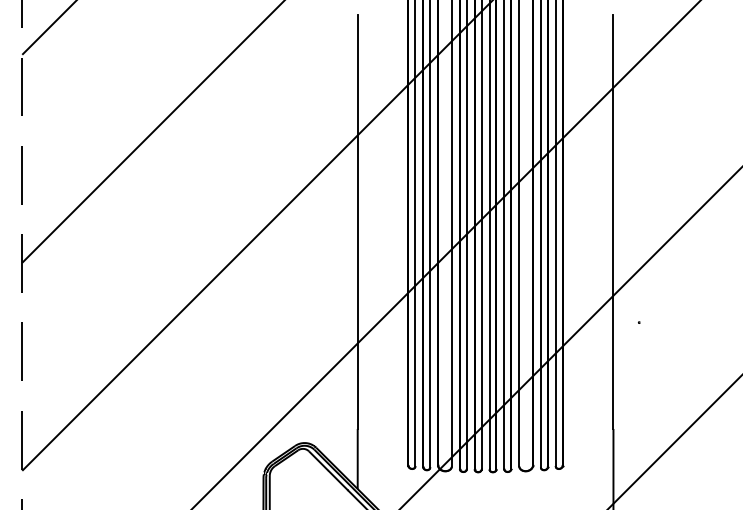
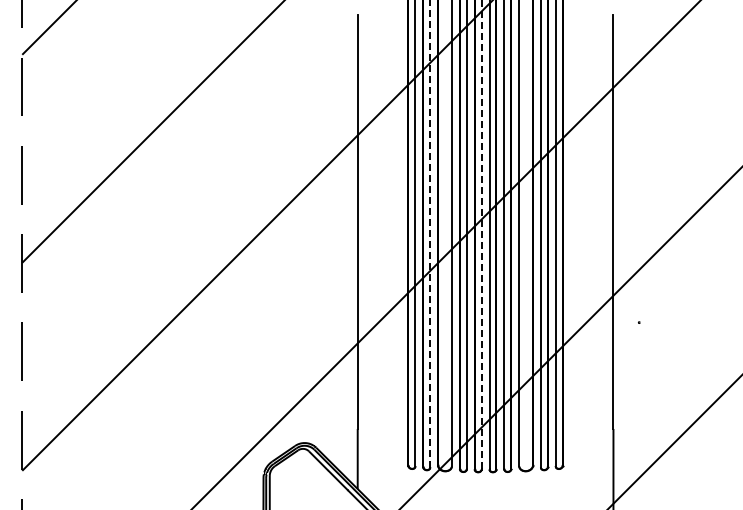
line at (430, 233): solid -> dashed
line at (481, 234): solid -> dashed
